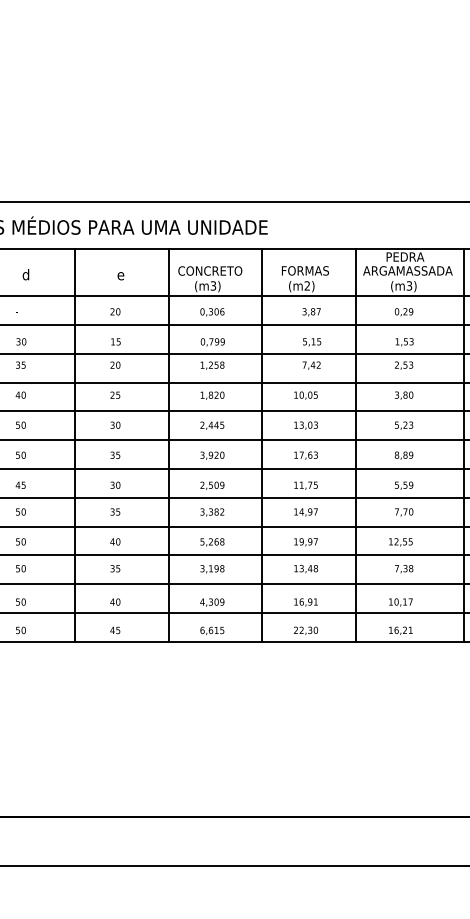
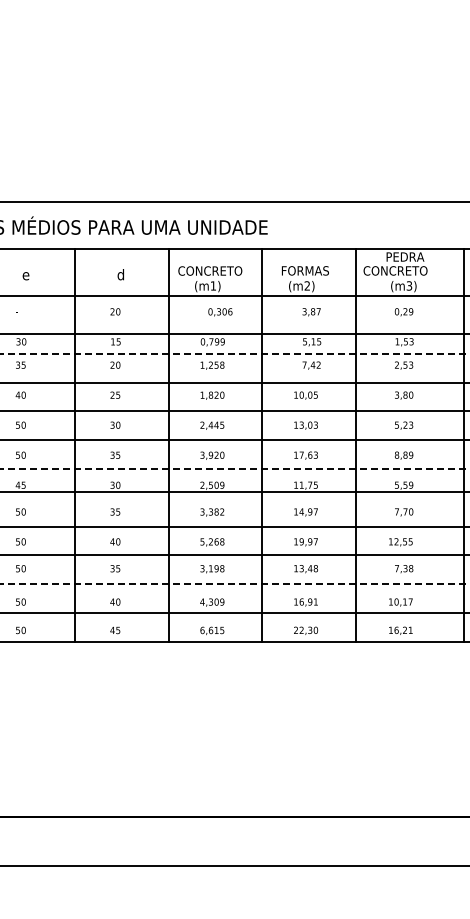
text at (407, 270): ARGAMASSADA -> CONCRETO
text at (26, 274): d -> e
text at (121, 274): e -> d
text at (213, 285): (m3) -> (m1)
text at (212, 312) position: (212, 312) -> (220, 312)
line at (234, 324) position: (234, 324) -> (234, 333)
line at (235, 353): solid -> dashed
line at (235, 468): solid -> dashed
line at (234, 497) position: (234, 497) -> (234, 491)
line at (235, 584): solid -> dashed
